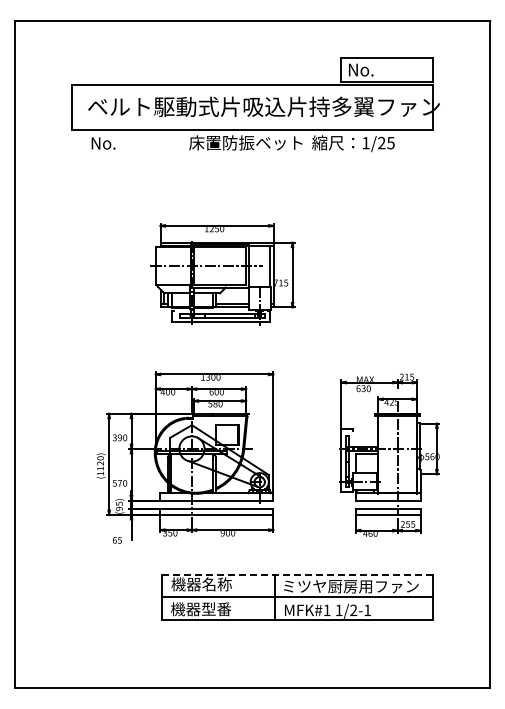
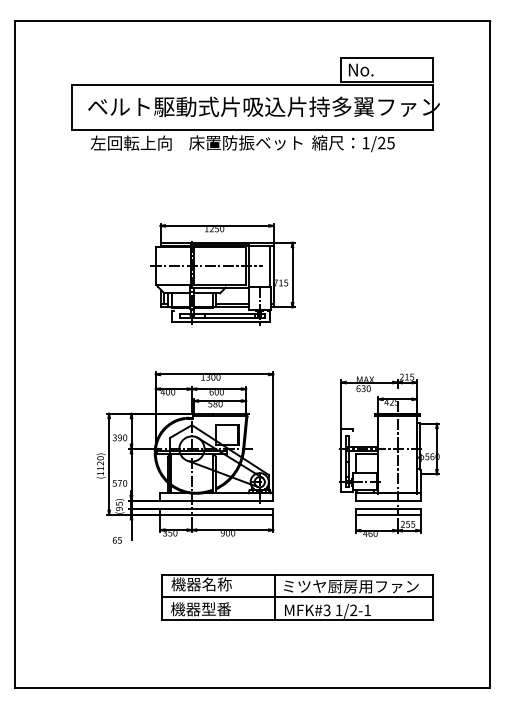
text at (130, 142): No. -> 左回転上向
line at (297, 574): dashed -> solid
text at (326, 610): MFK#1 -> MFK#3
